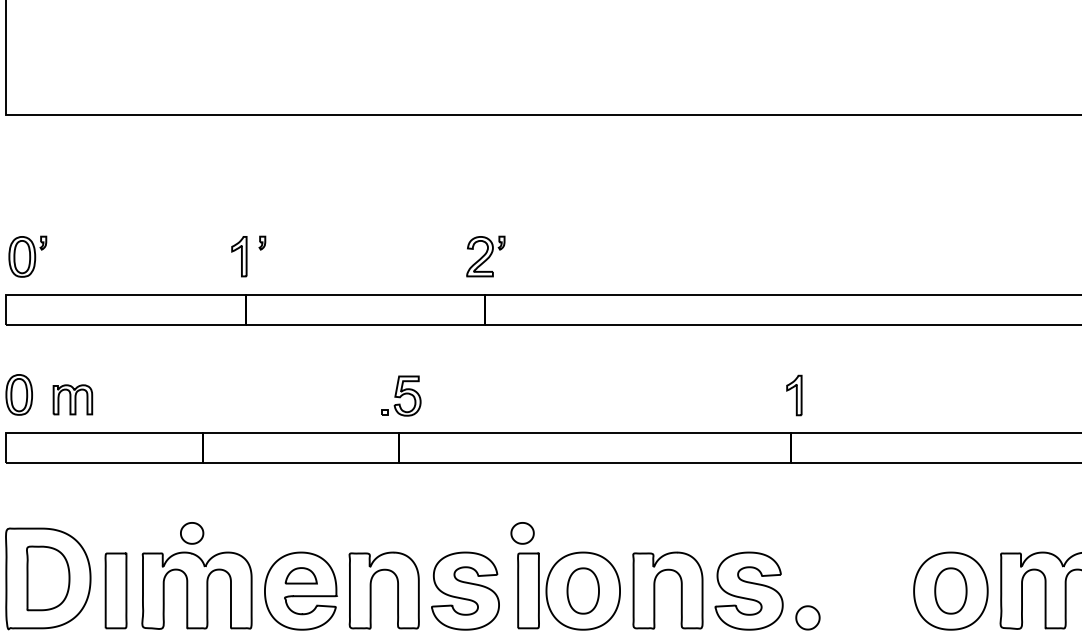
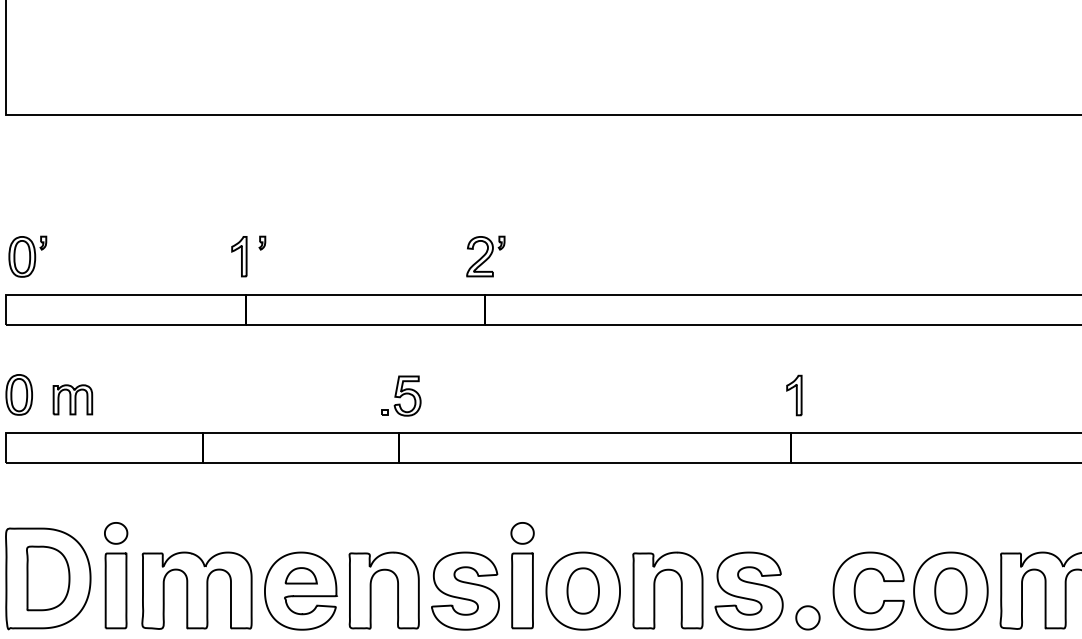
part at (192, 533) position: (192, 533) -> (116, 533)
part at (528, 590) position: (528, 590) -> (522, 590)
part at (855, 590): none -> present
